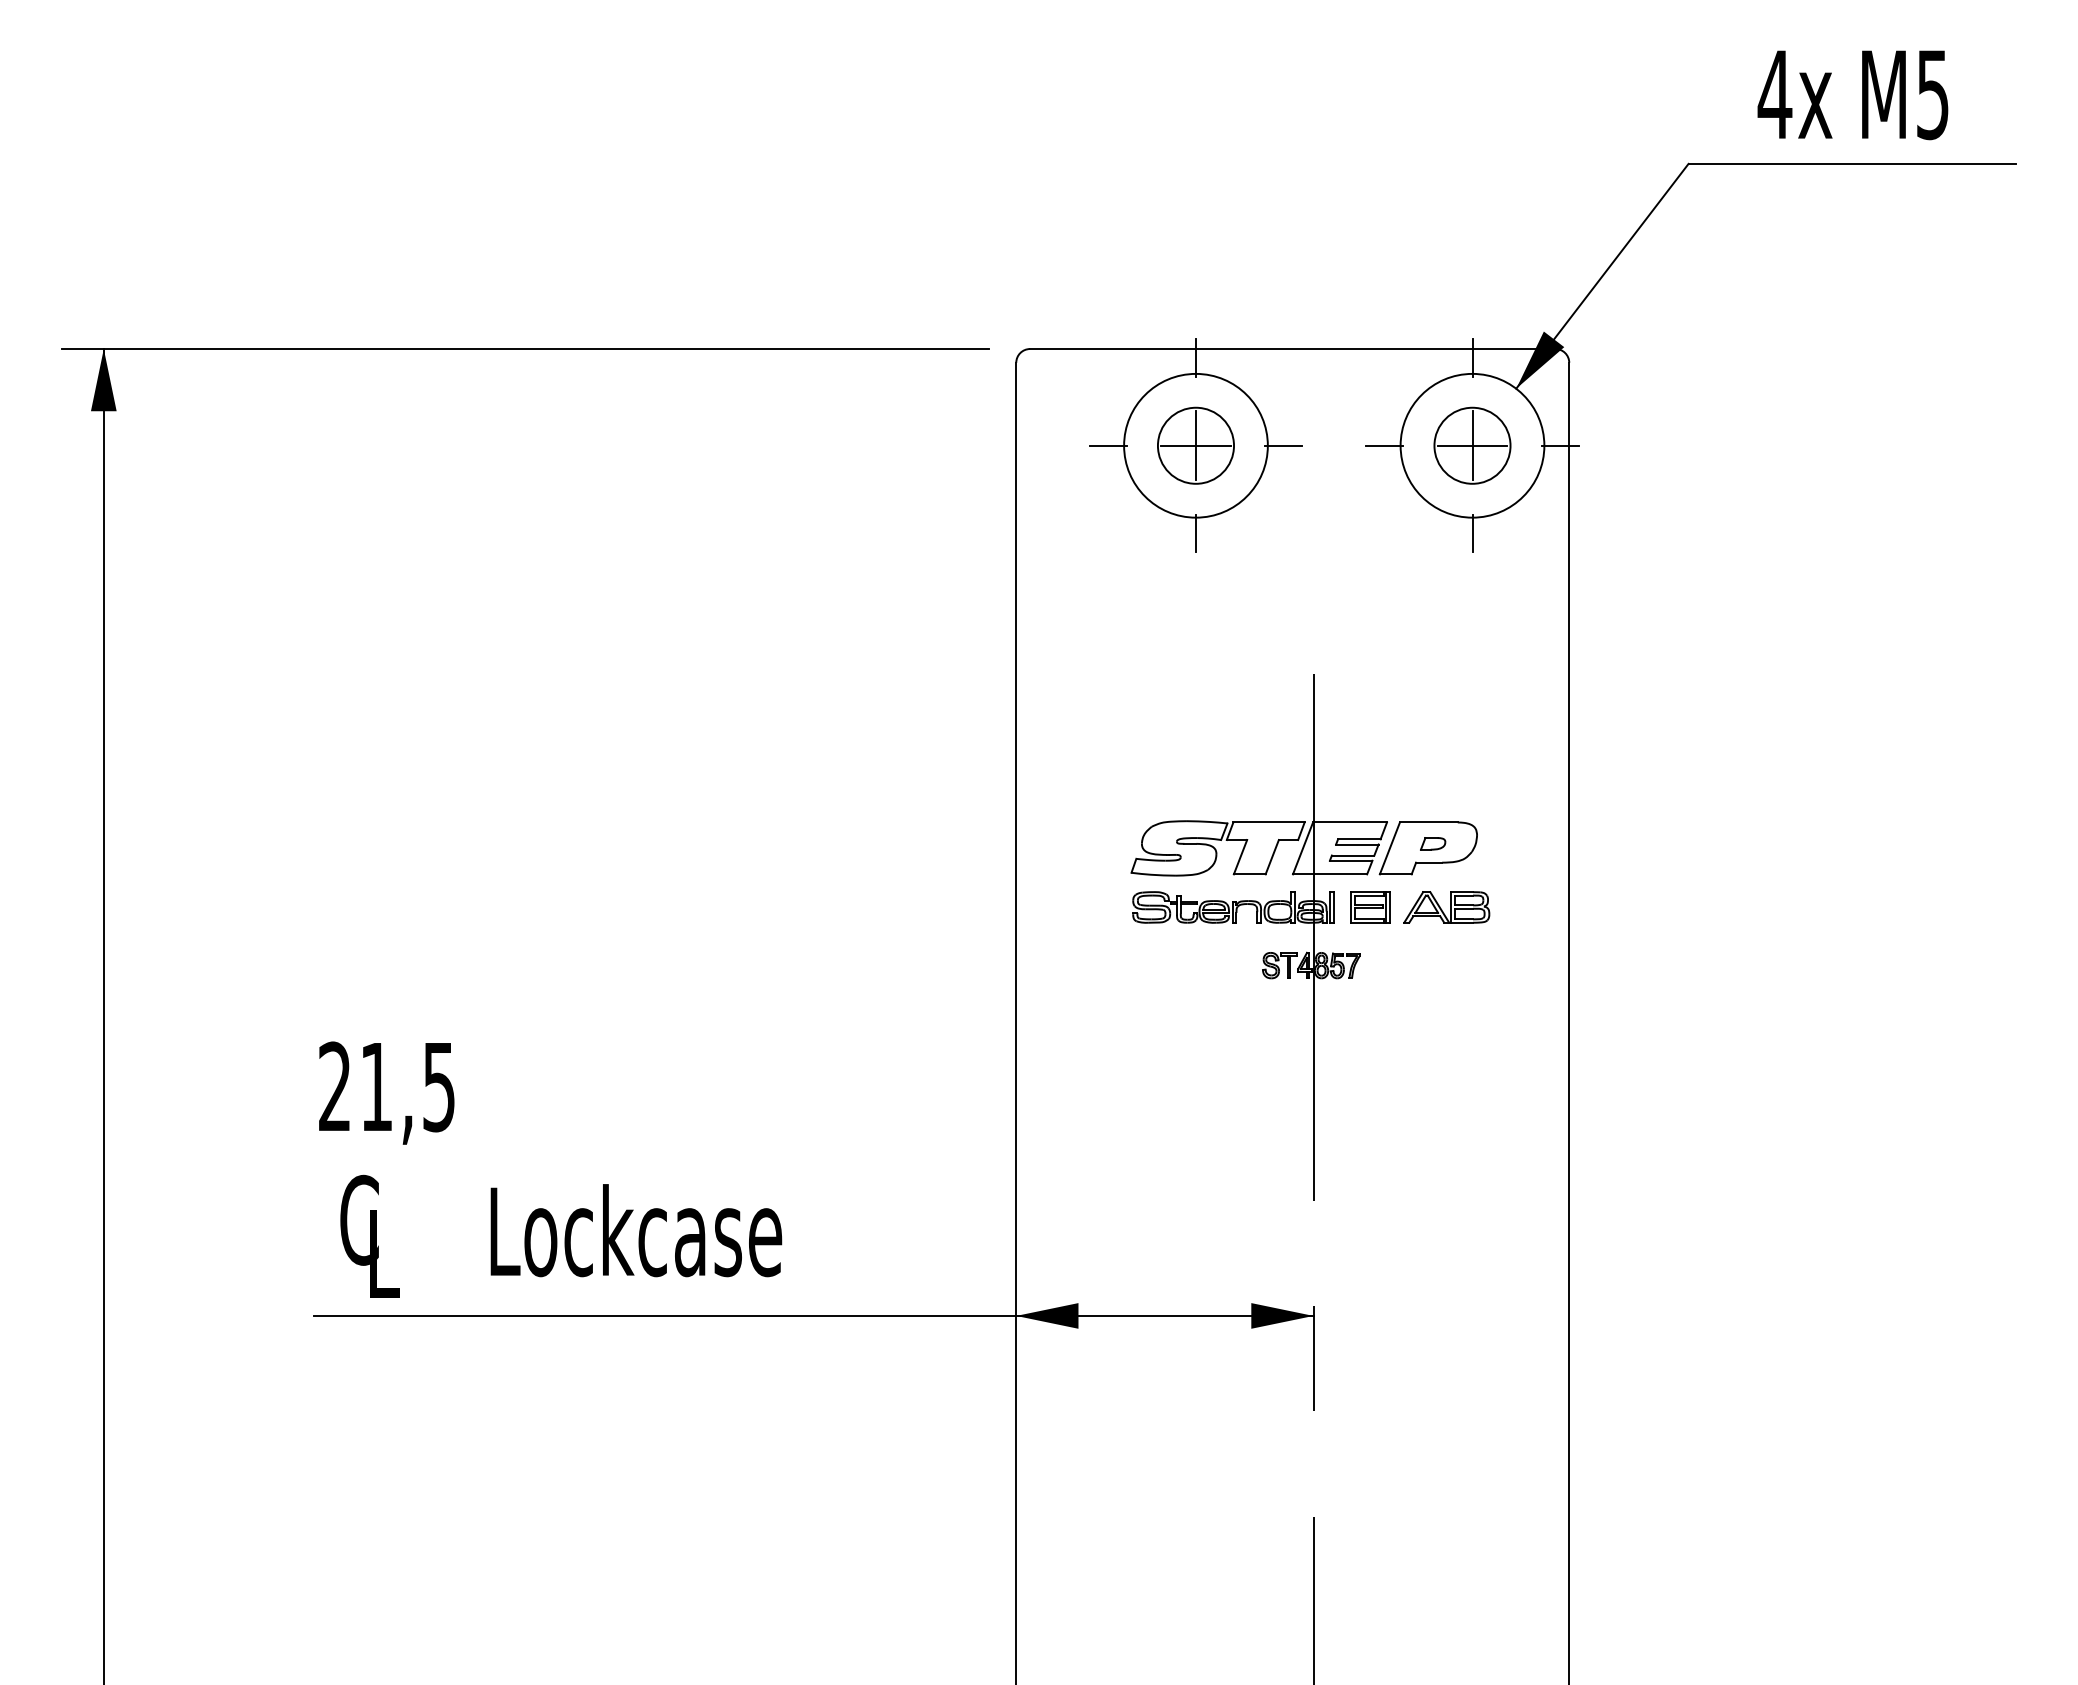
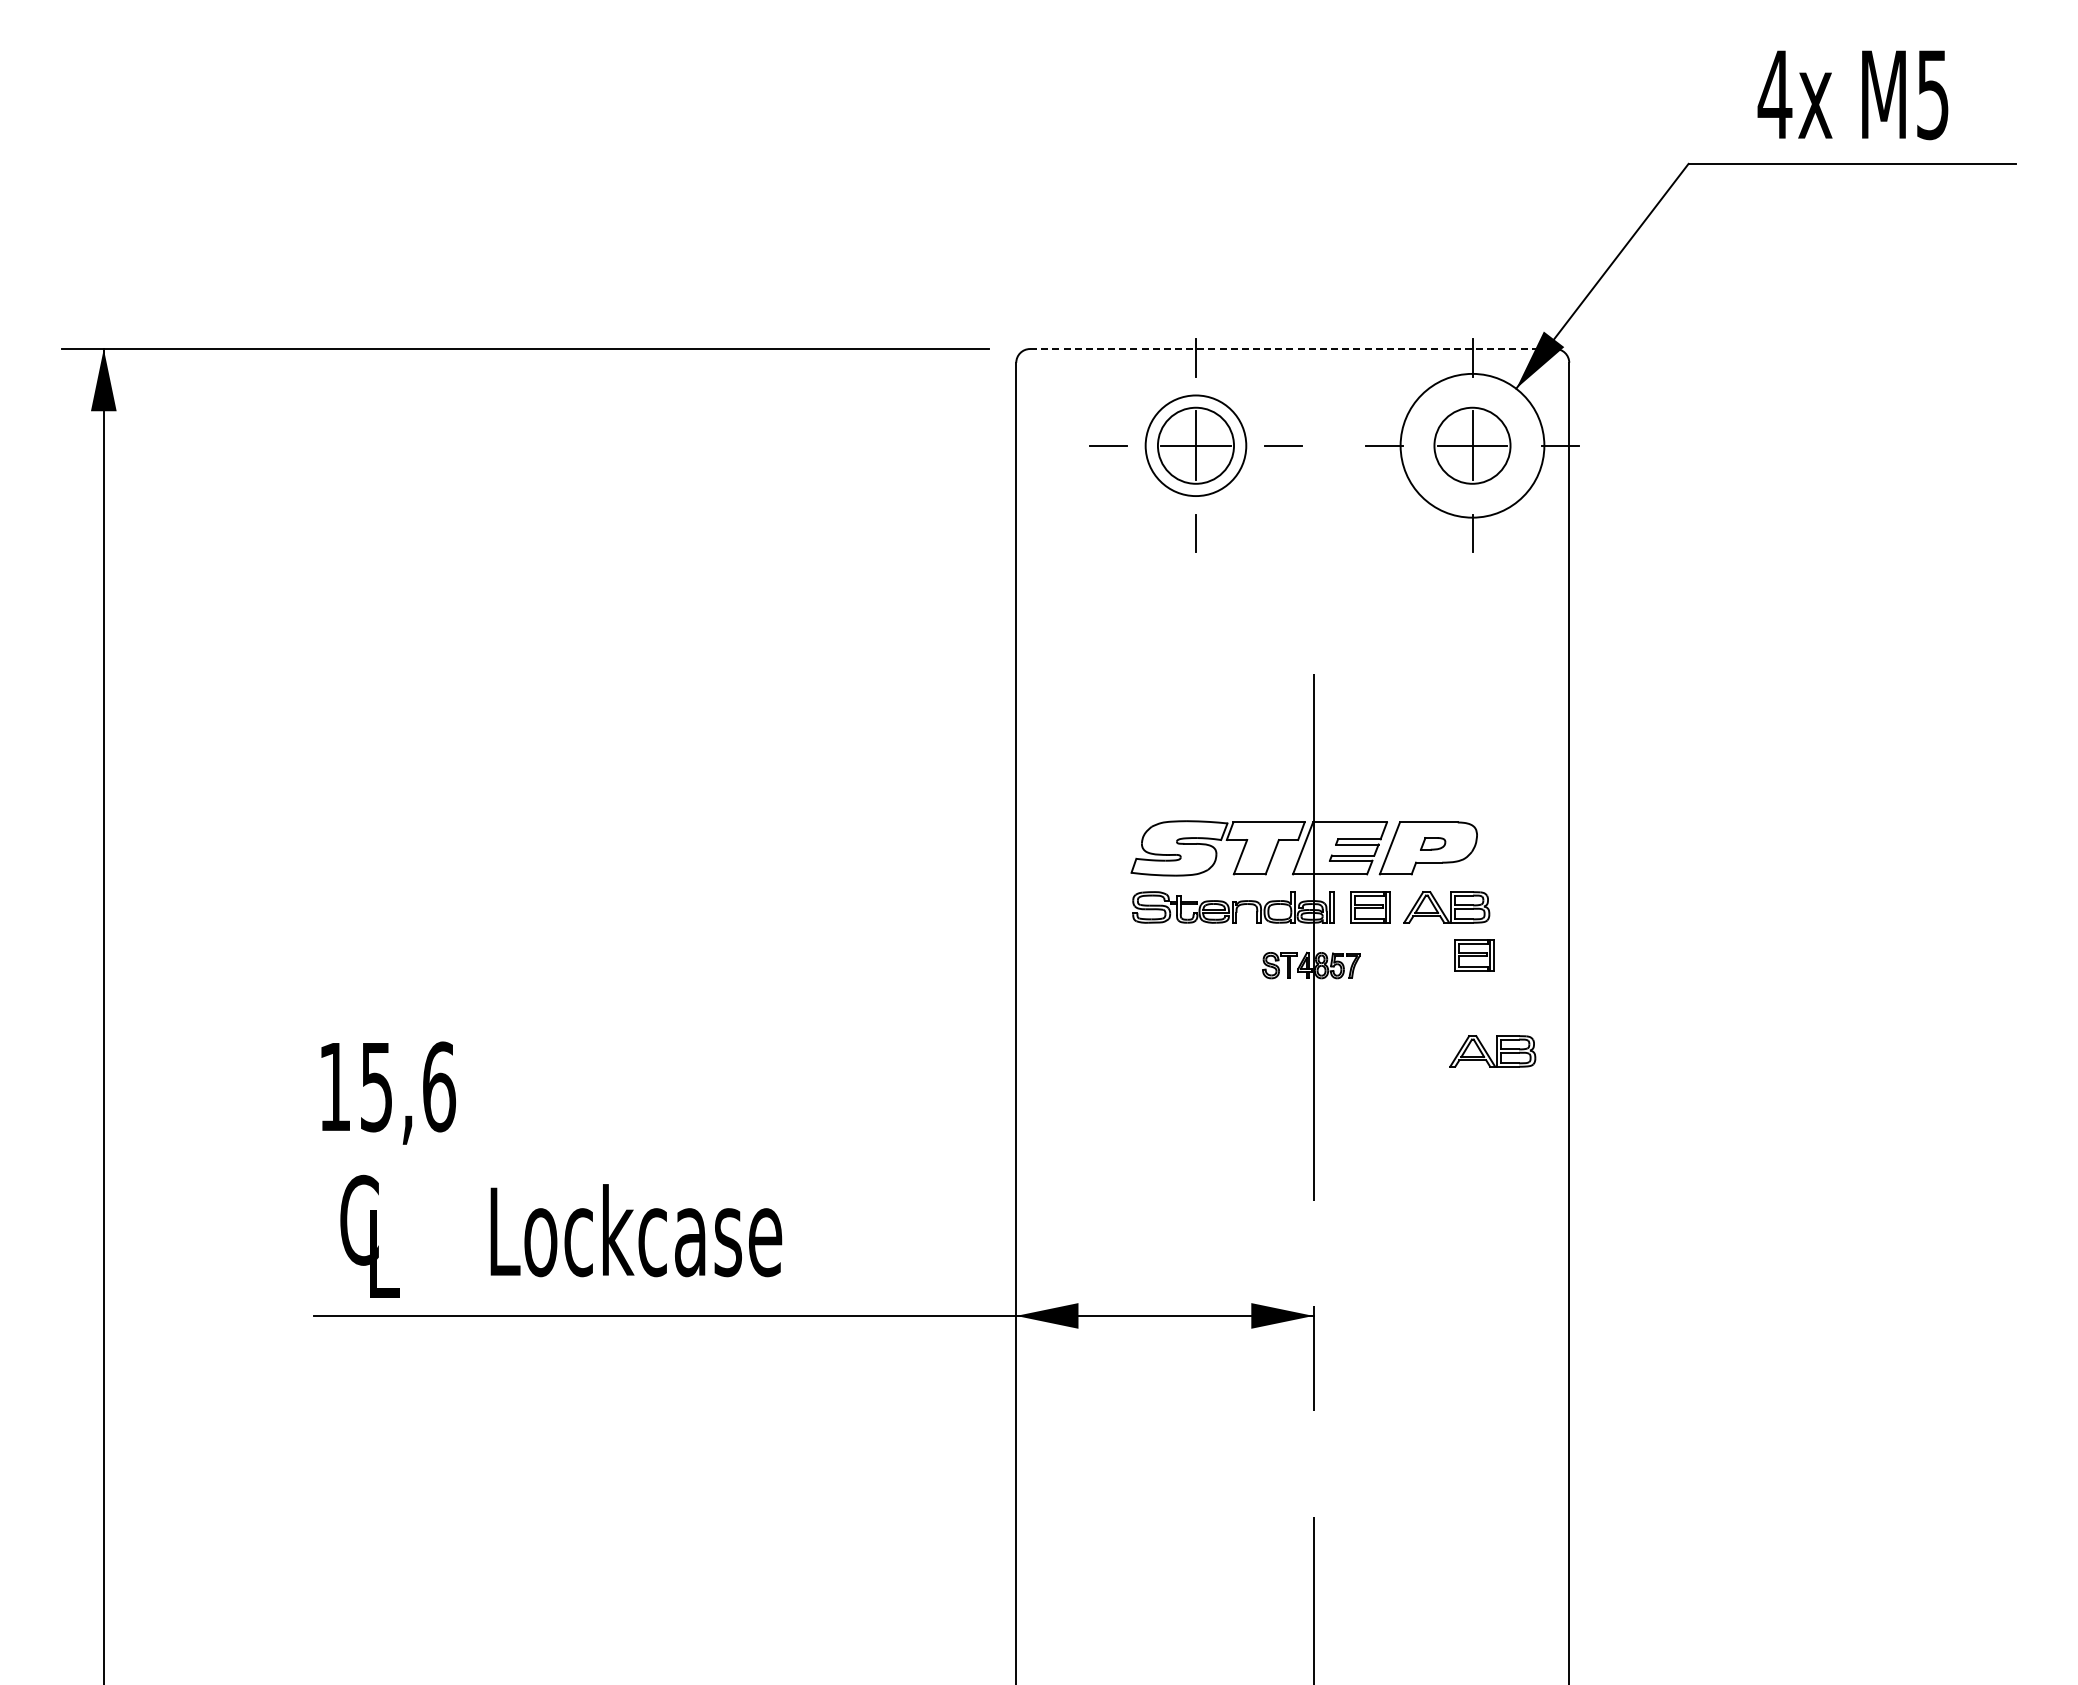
line at (1292, 349): solid -> dashed
circle at (1195, 445) diameter: 144 px -> 101 px
part at (1474, 955): none -> present
part at (1492, 1051): none -> present
text at (387, 1086): 21,5 -> 15,6
